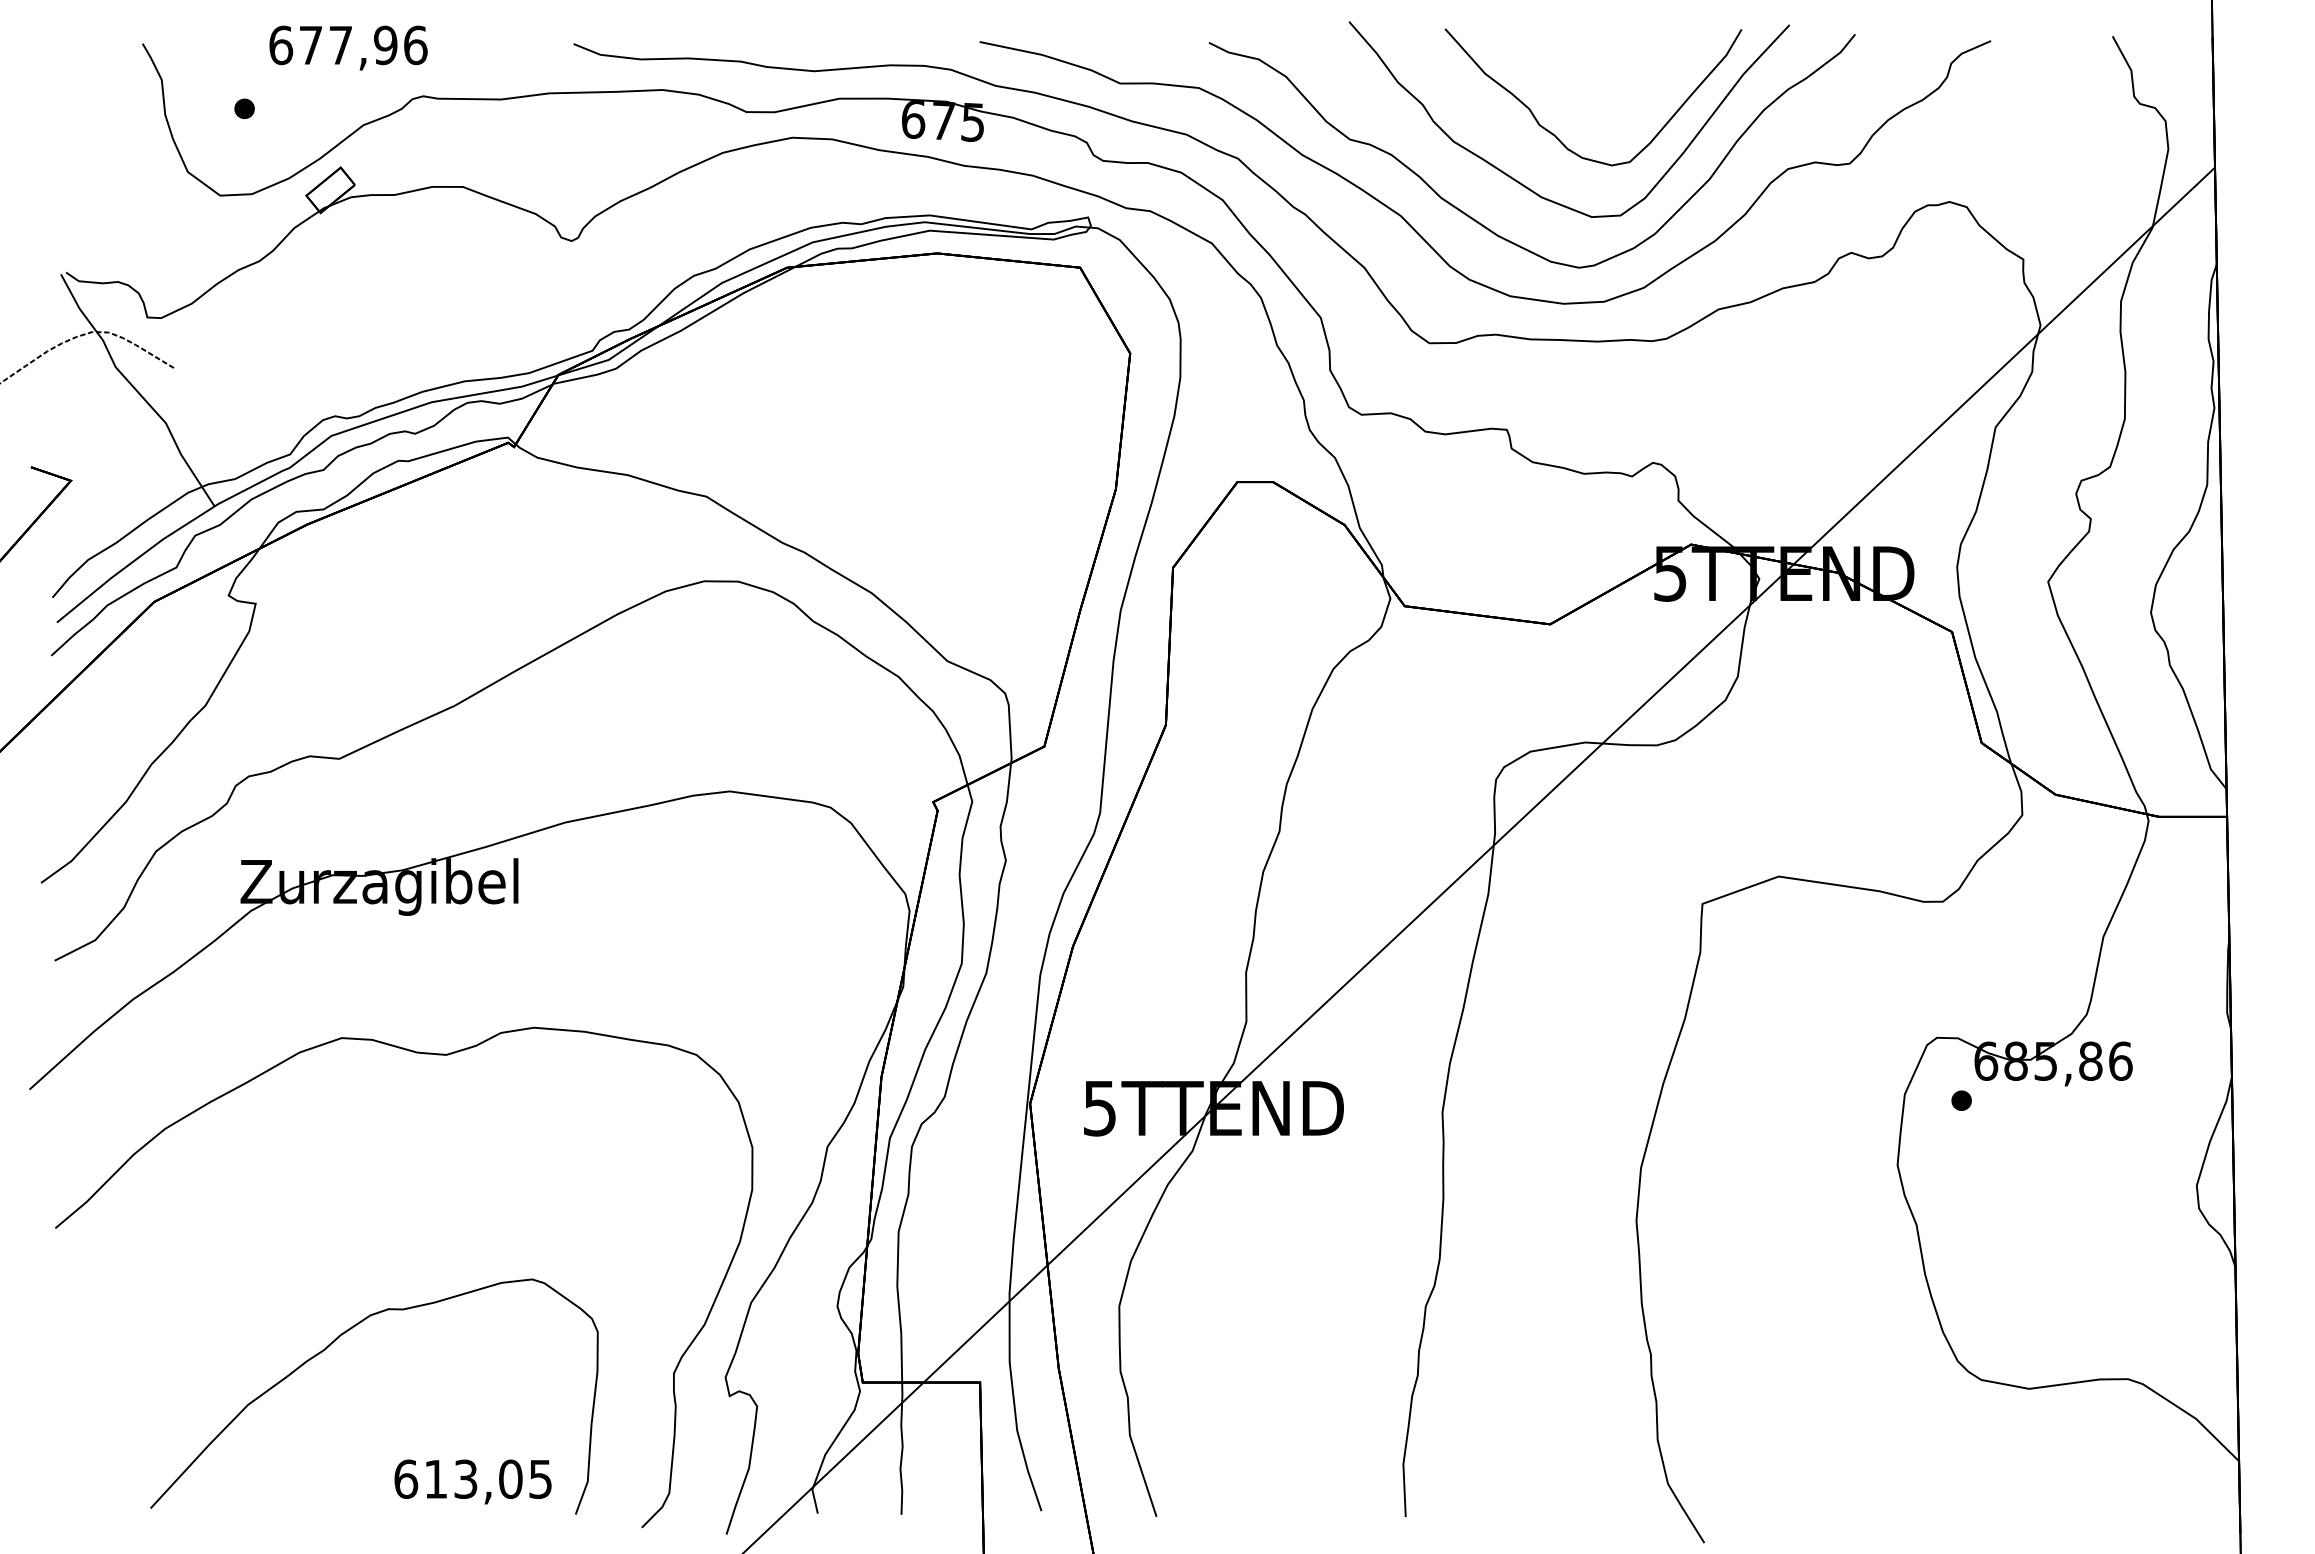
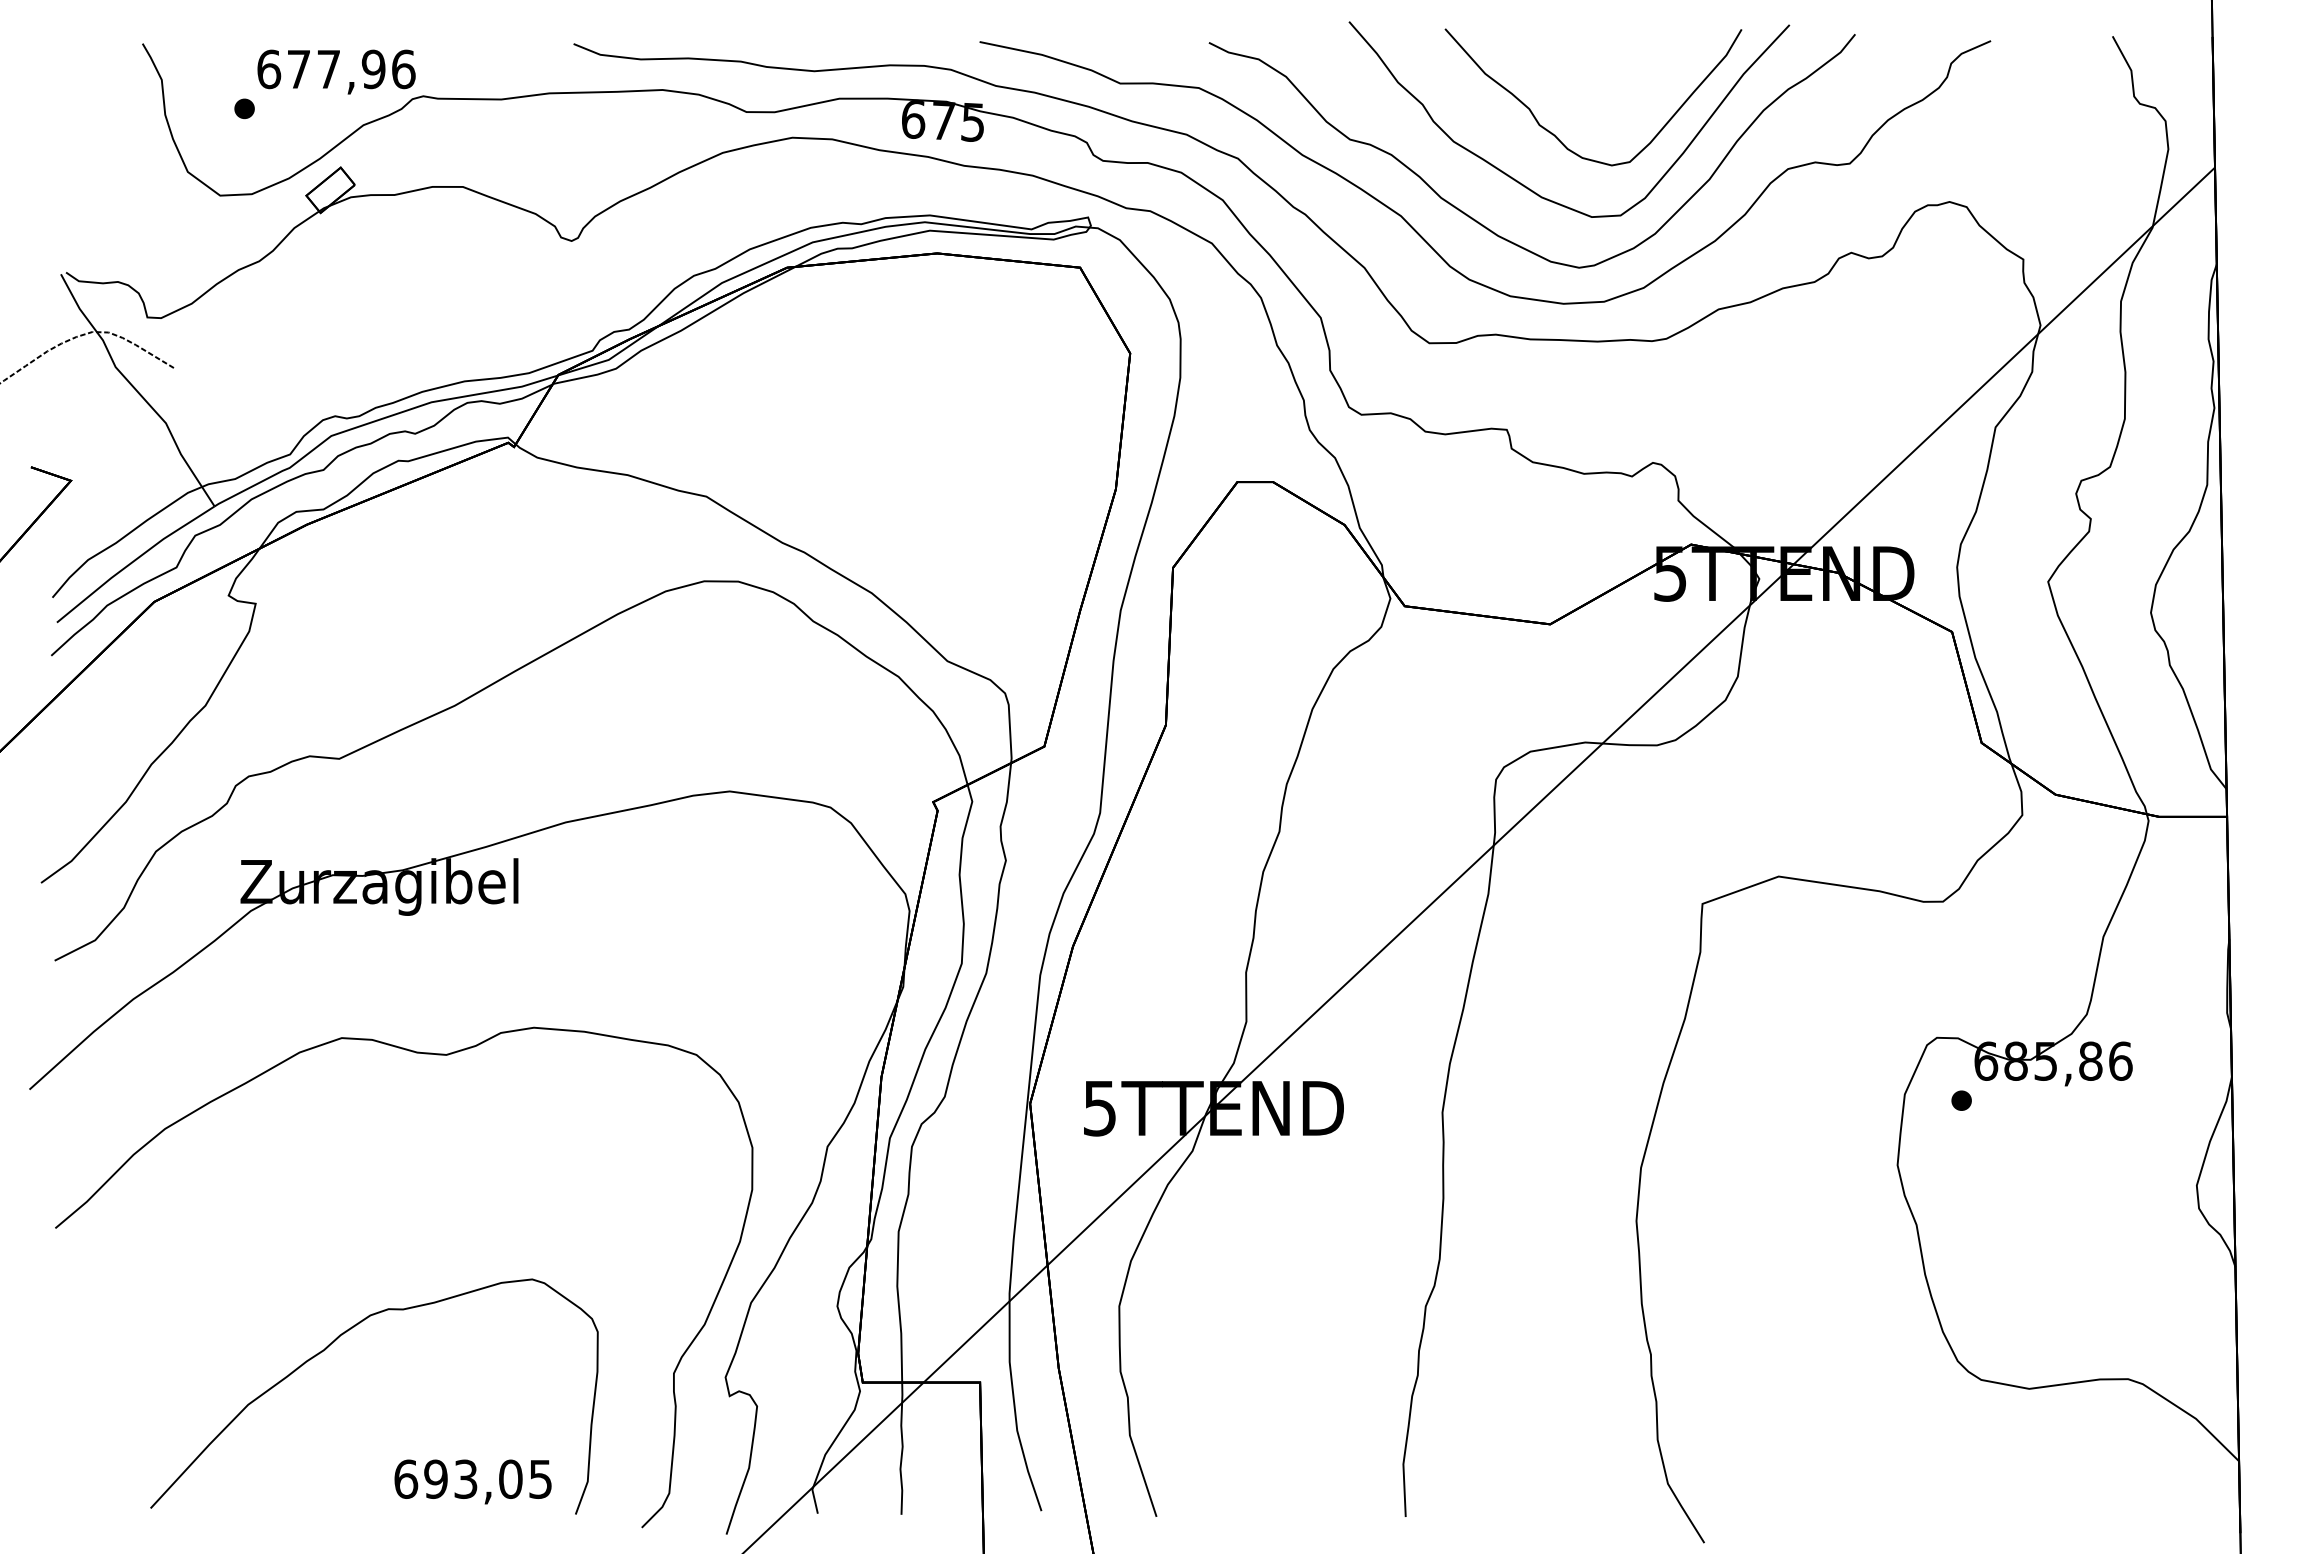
text at (348, 47) position: (348, 47) -> (336, 71)
text at (435, 1478): 613,05 -> 693,05
